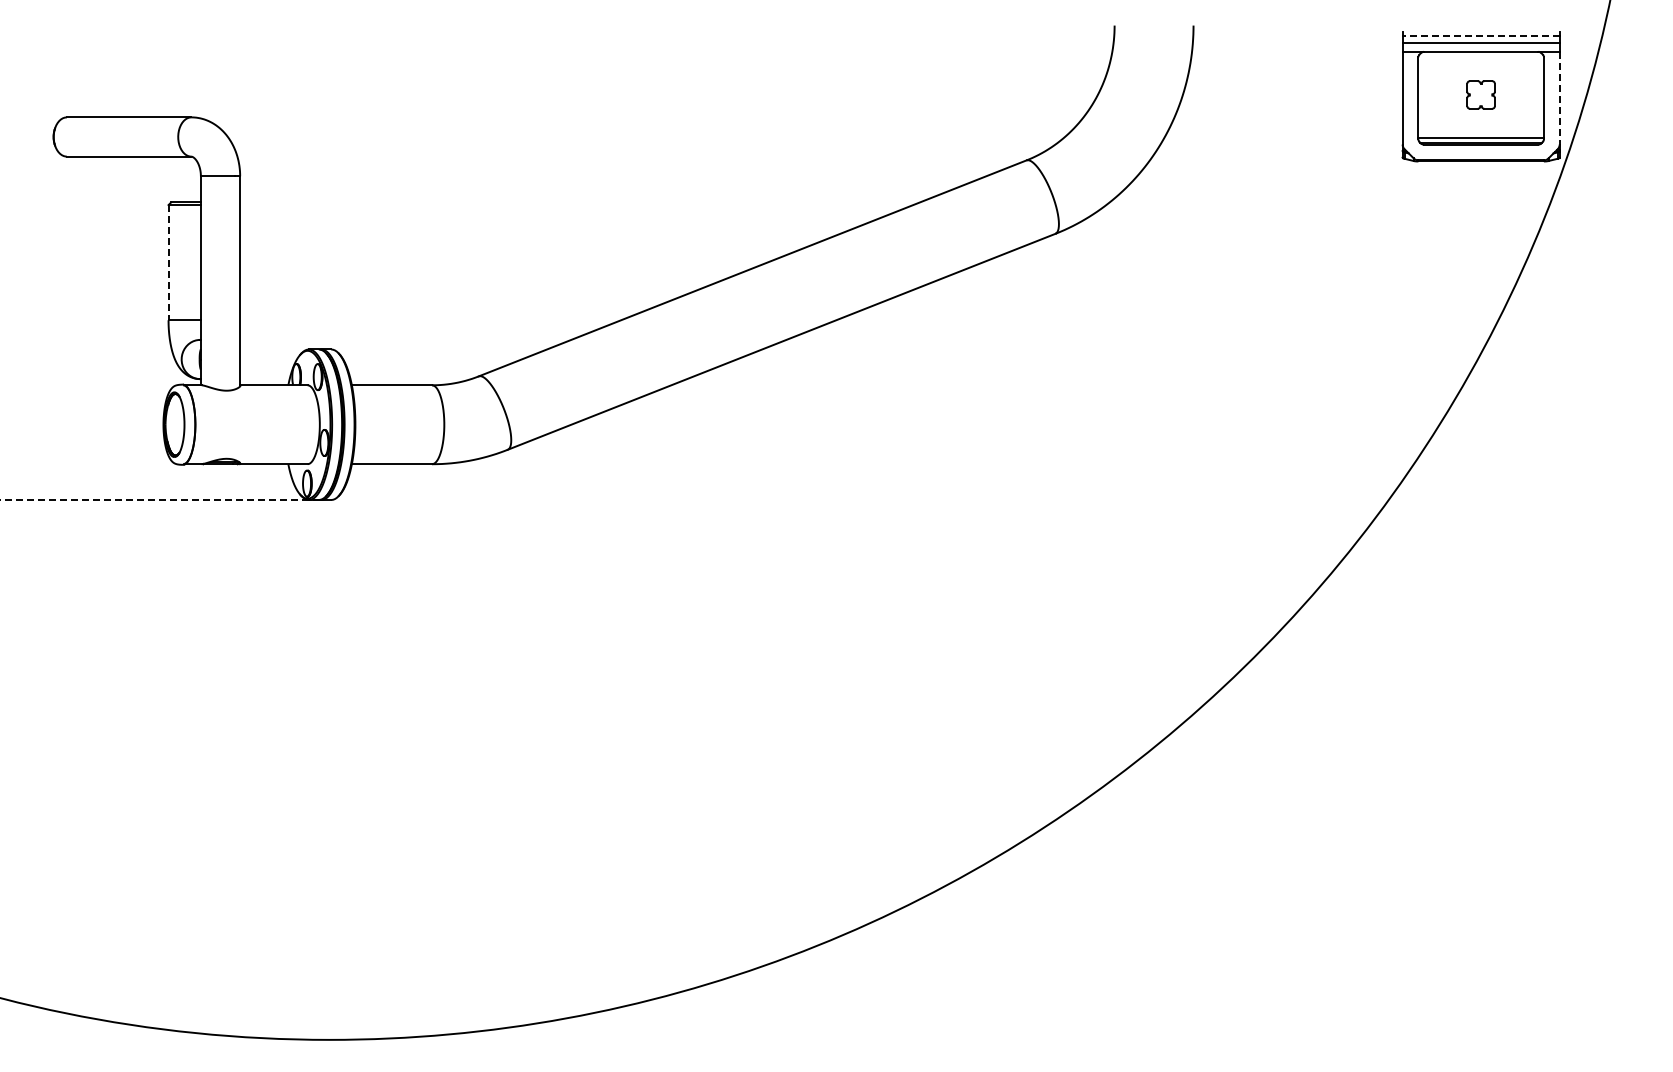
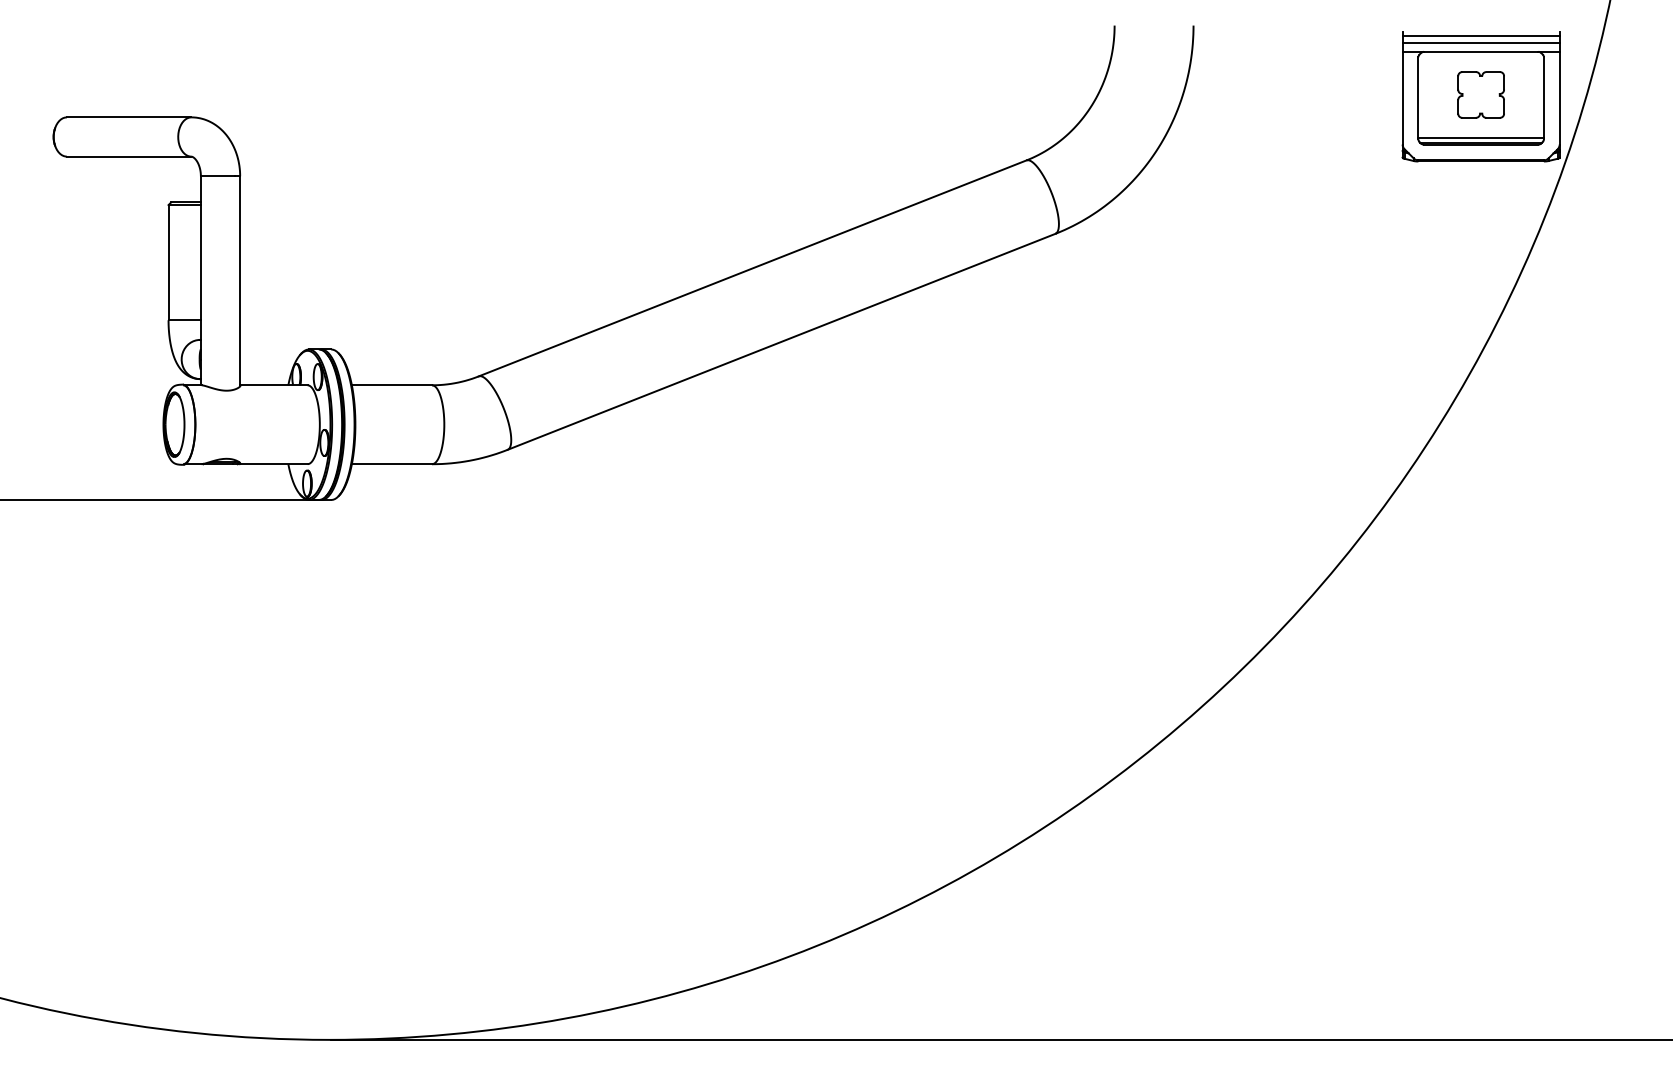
line at (1481, 35): dashed -> solid
part at (1480, 94) size: 30x30 px -> 48x48 px
line at (1559, 98): dashed -> solid
line at (168, 262): dashed -> solid
line at (160, 500): dashed -> solid
line at (999, 1039): none -> present
